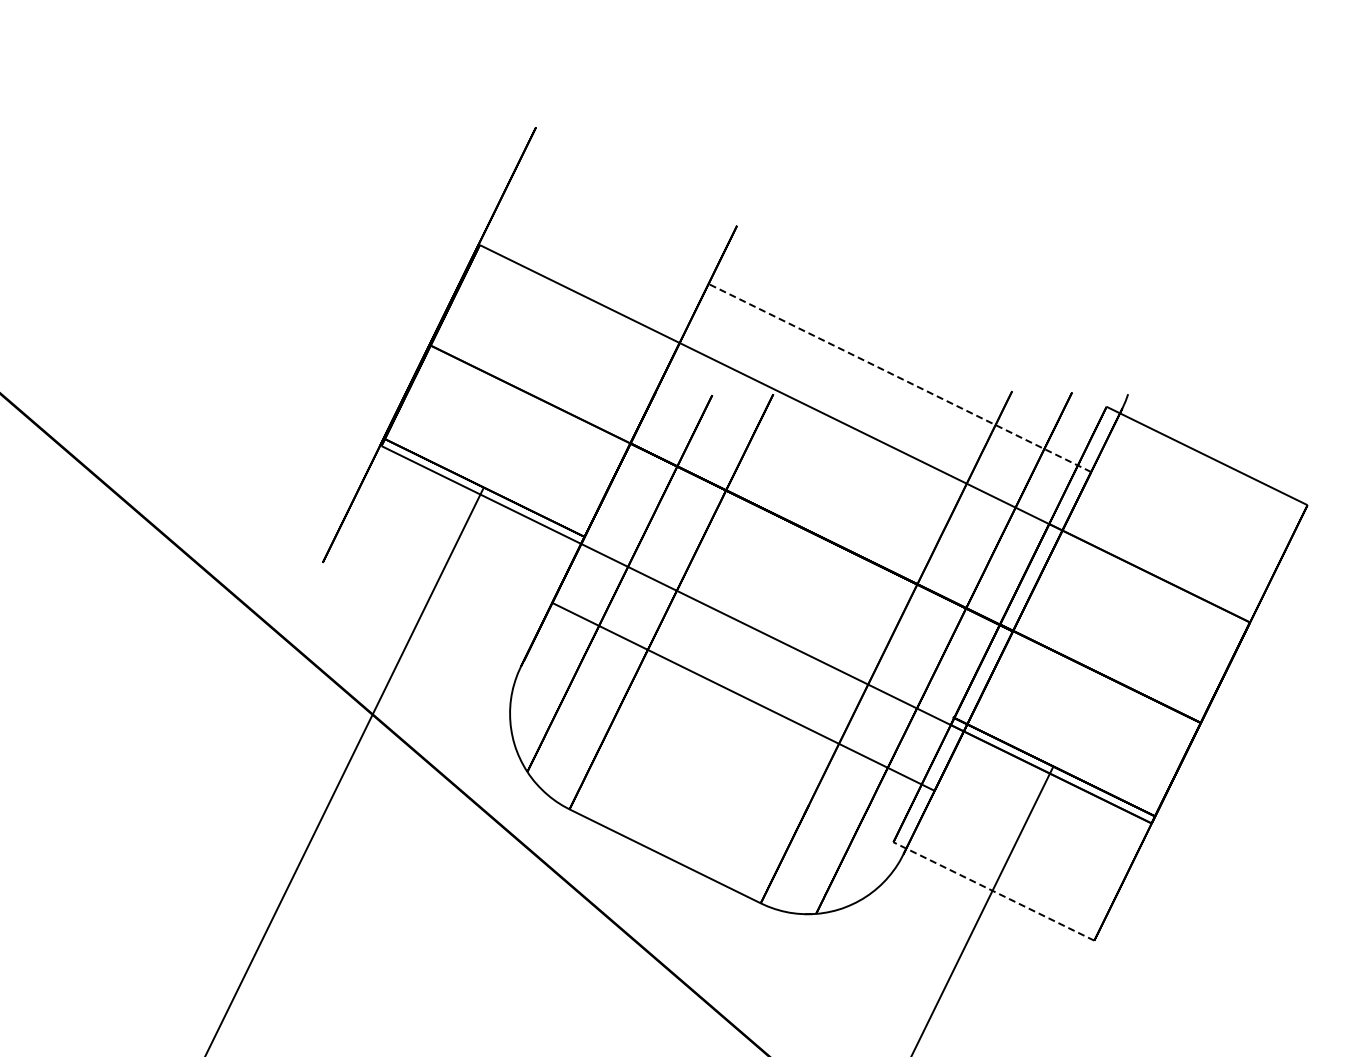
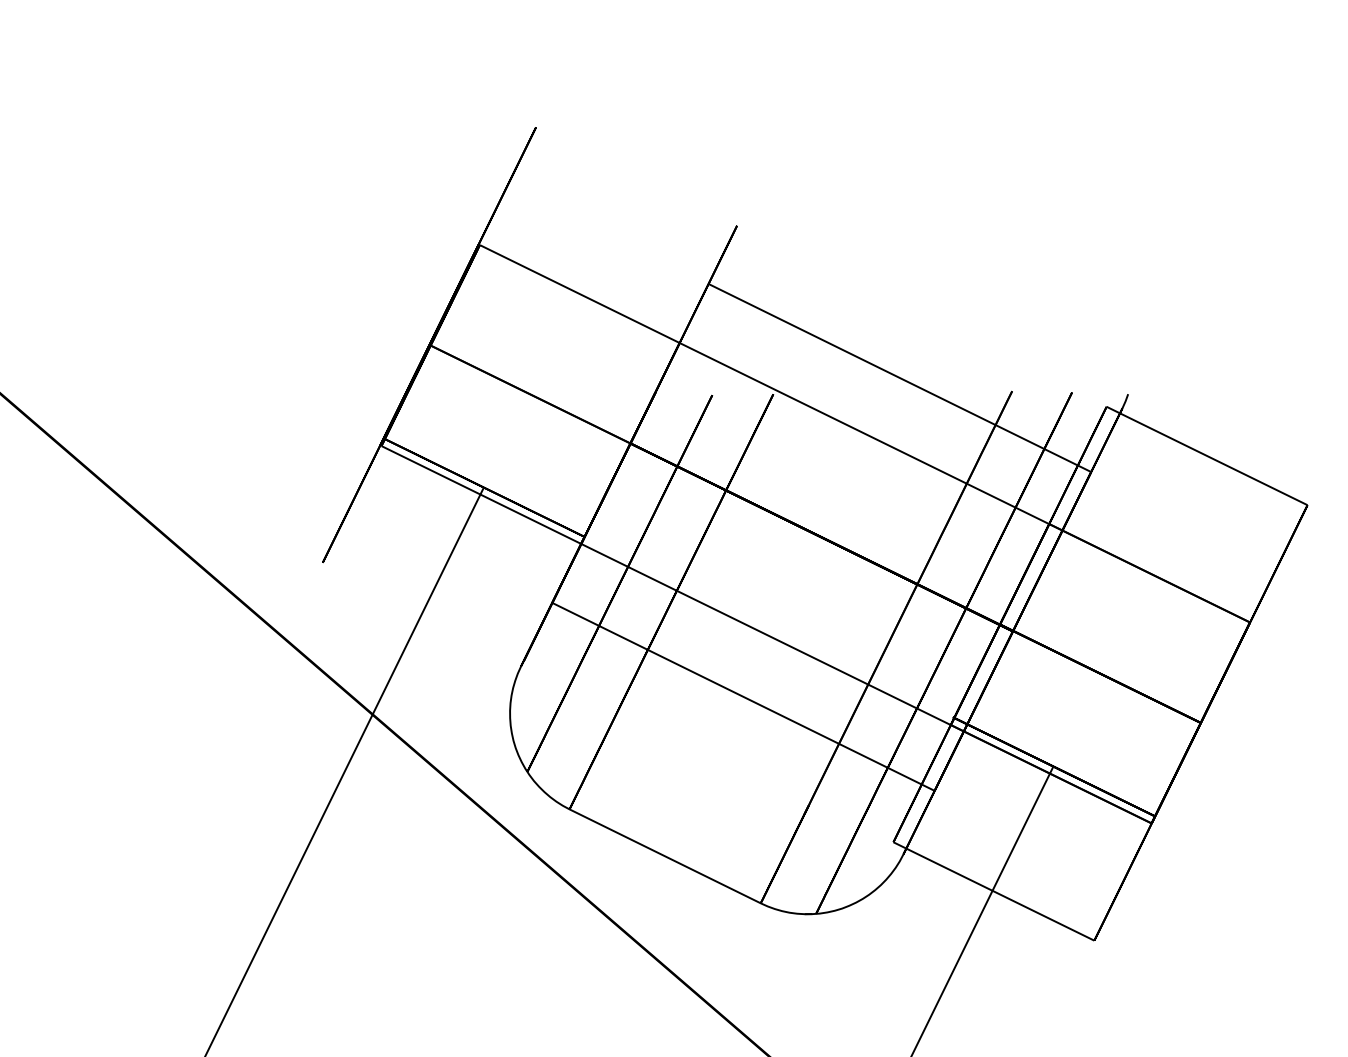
line at (899, 377): dashed -> solid
line at (993, 891): dashed -> solid
